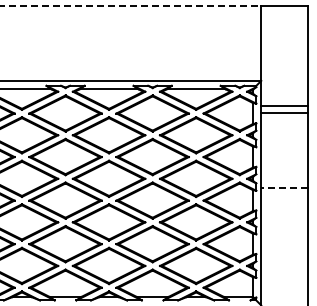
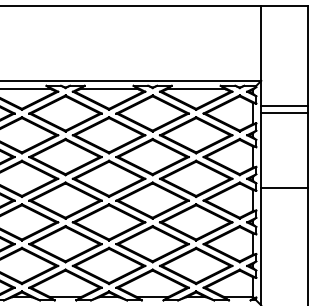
line at (131, 5): dashed -> solid
line at (284, 188): dashed -> solid
